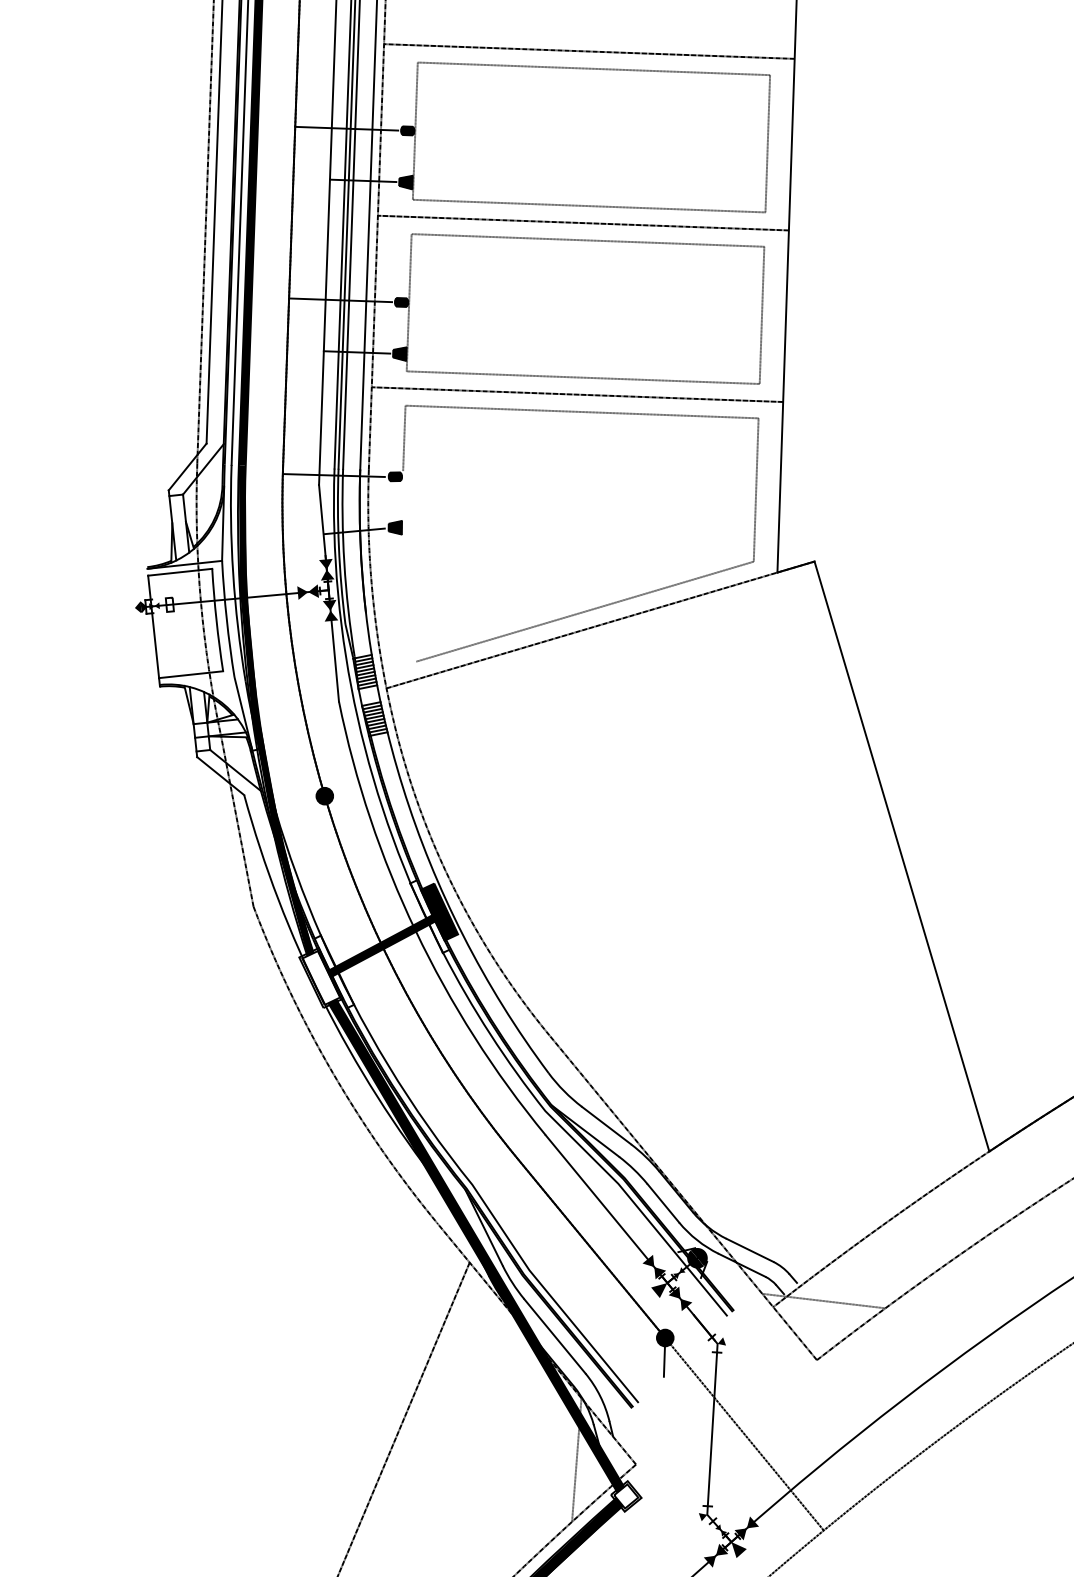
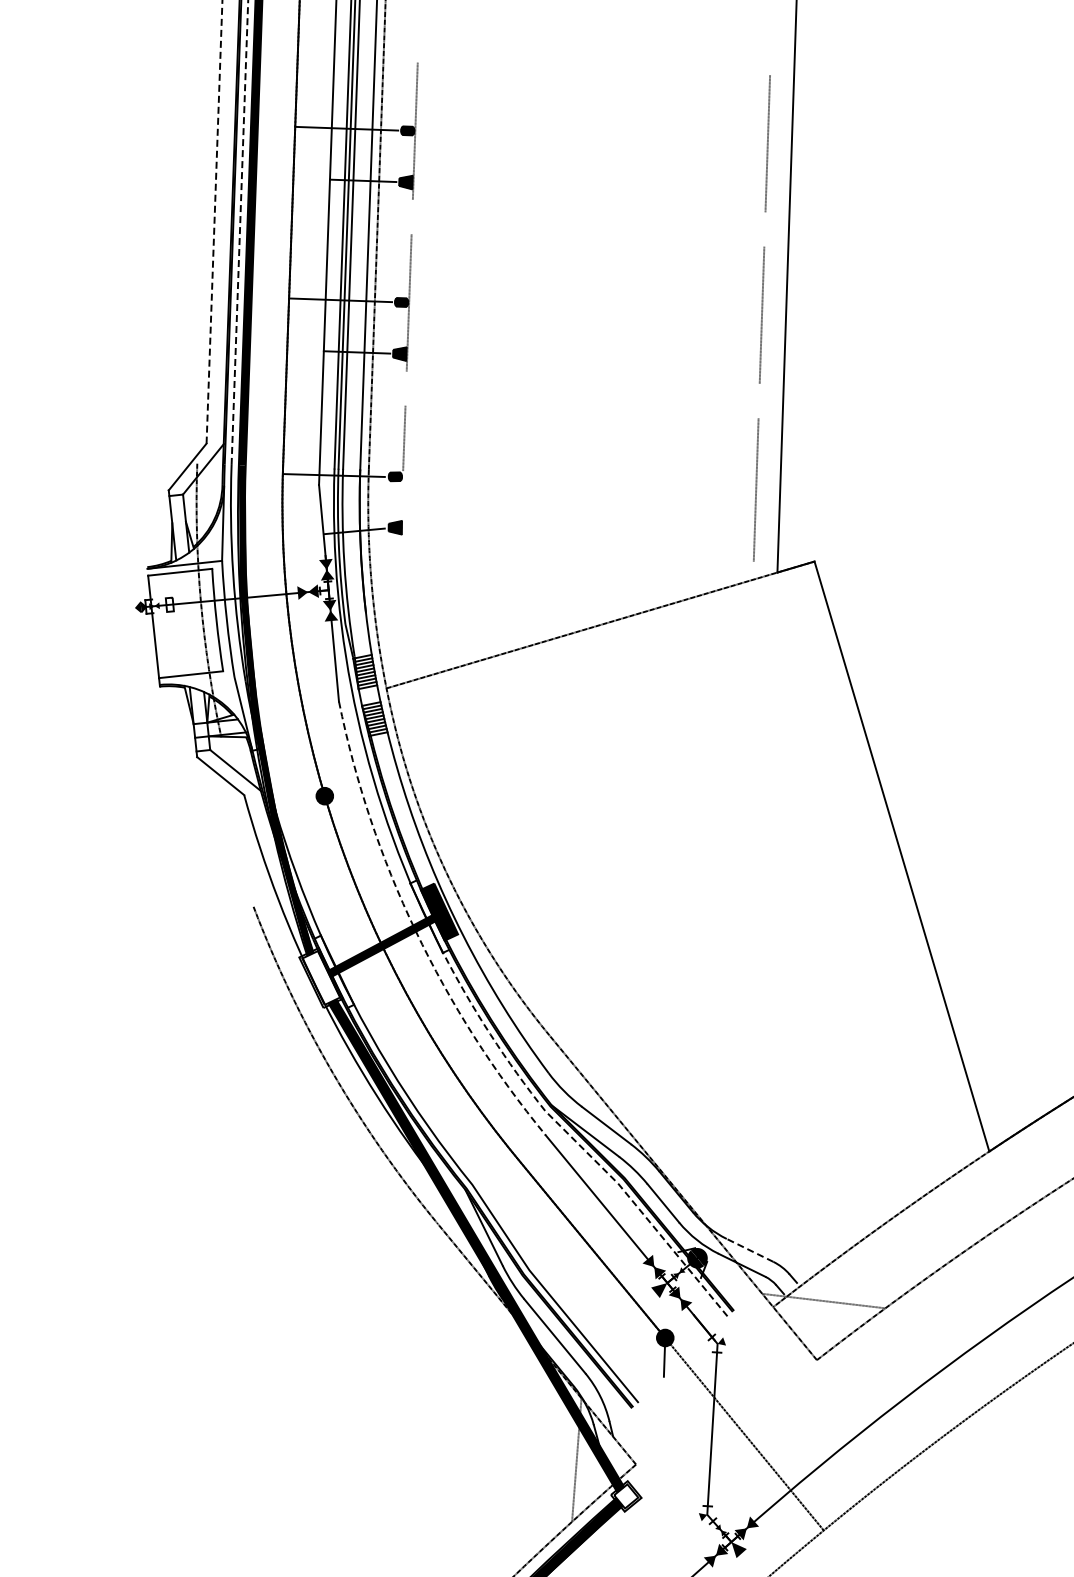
line at (589, 51): present -> none
line at (593, 68): present -> none
line at (588, 205): present -> none
line at (214, 222): solid -> dashed
line at (582, 222): present -> none
line at (205, 232): present -> none
line at (239, 232): solid -> dashed
line at (587, 240): present -> none
line at (582, 377): present -> none
line at (577, 394): present -> none
line at (581, 411): present -> none
line at (584, 611): present -> none
line at (237, 821): present -> none
arc at (415, 931): solid -> dashed
line at (572, 1137): solid -> dashed
line at (750, 1250): solid -> dashed
line at (404, 1417): present -> none
